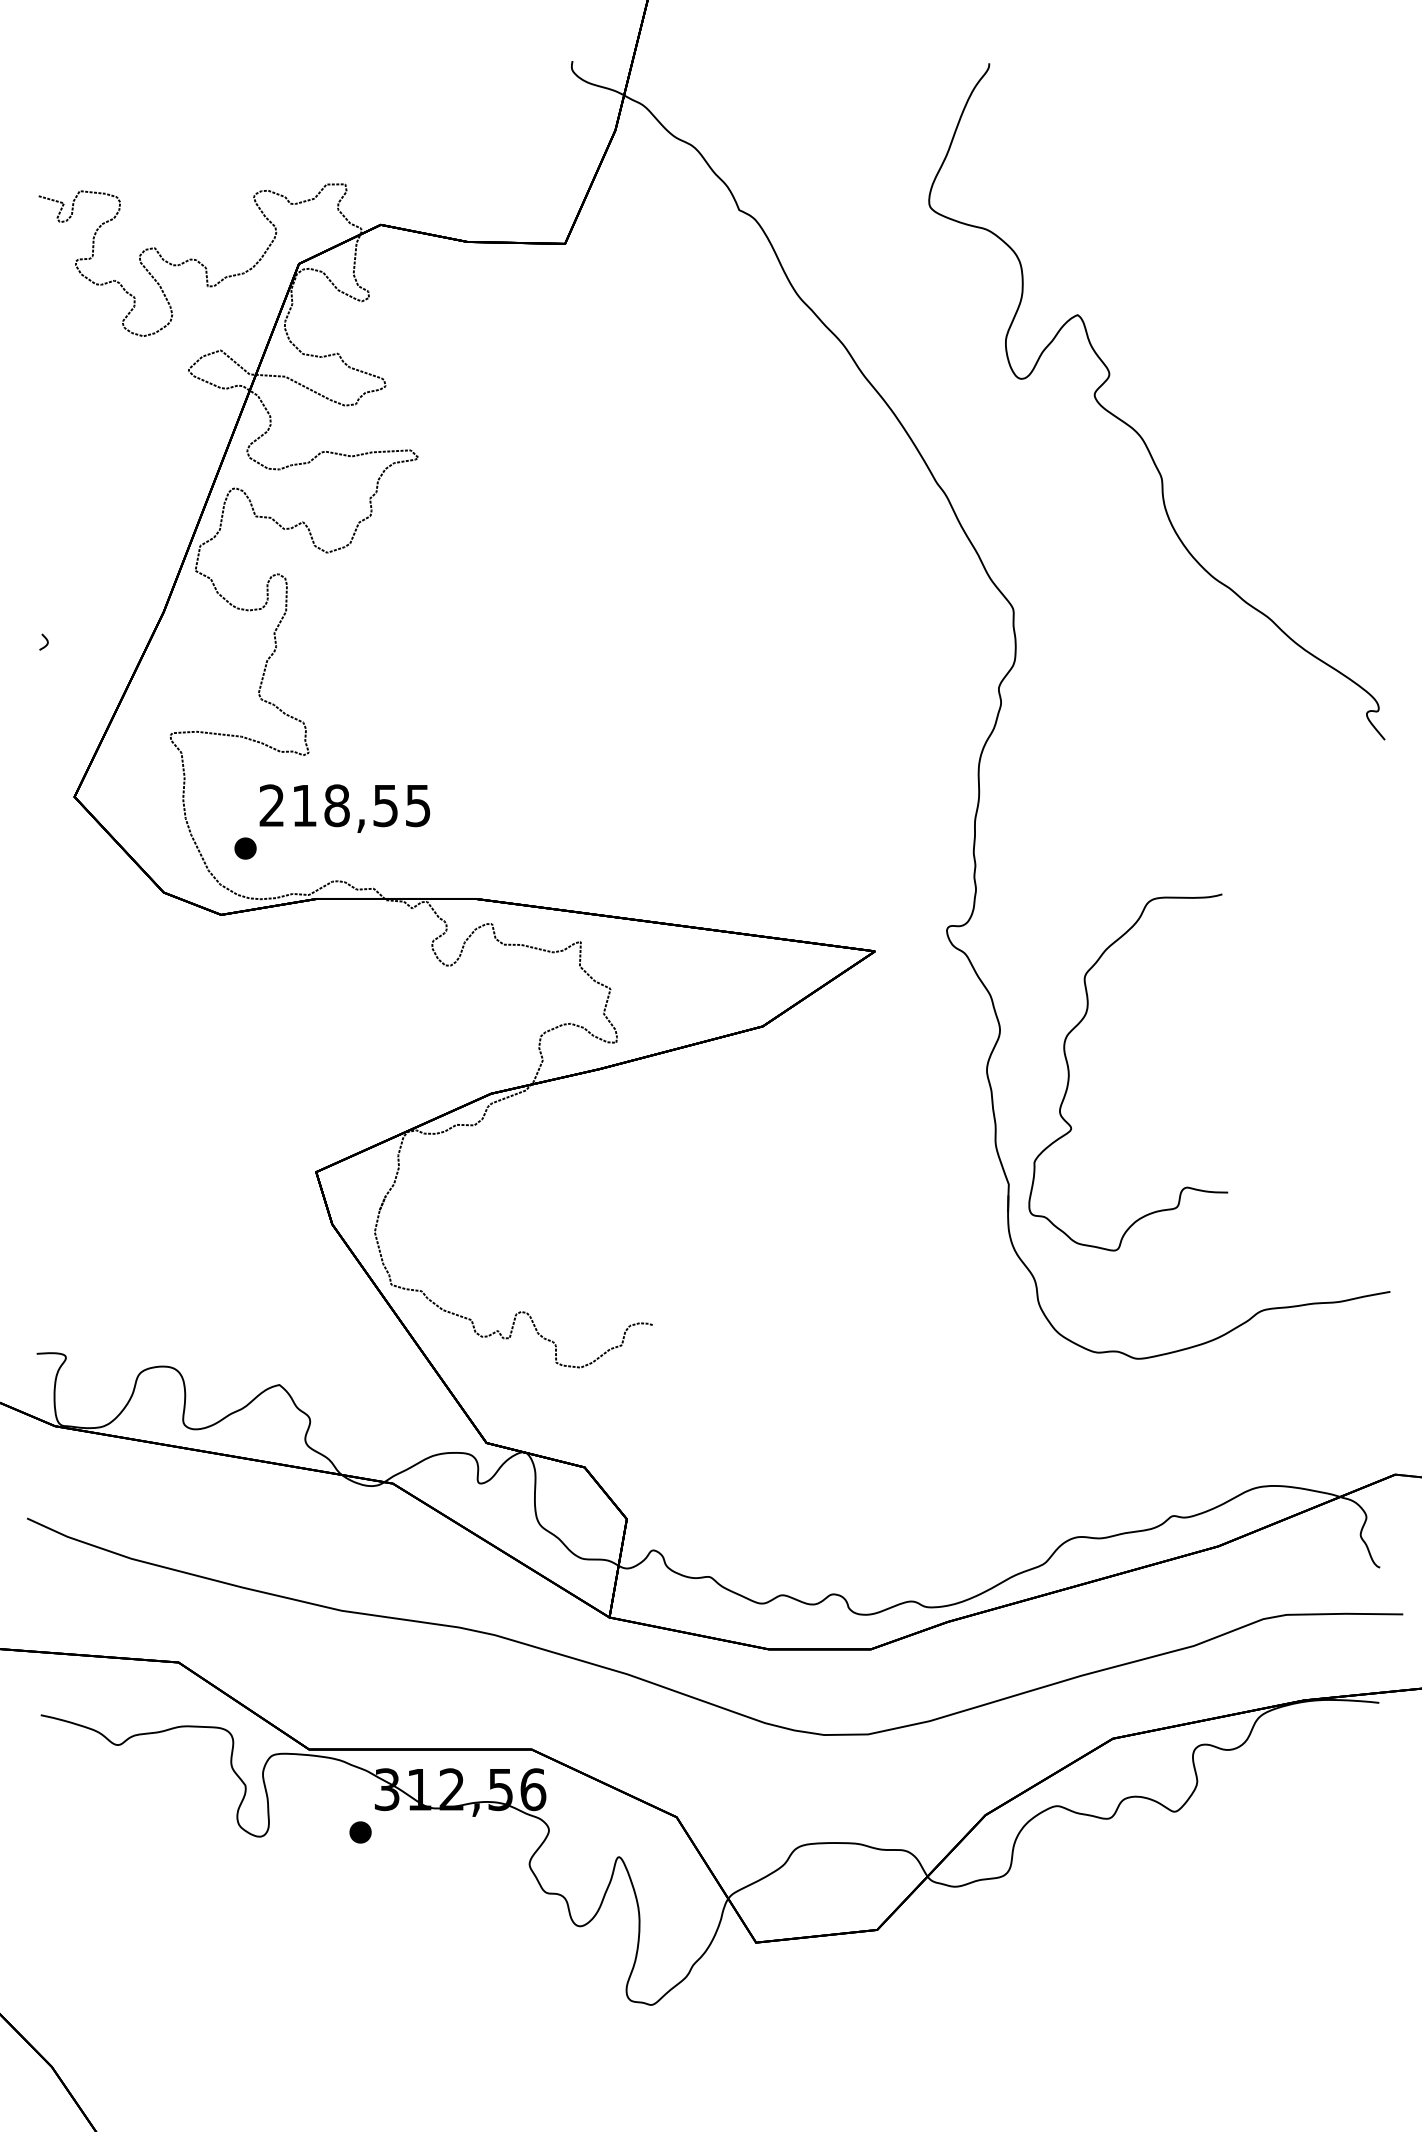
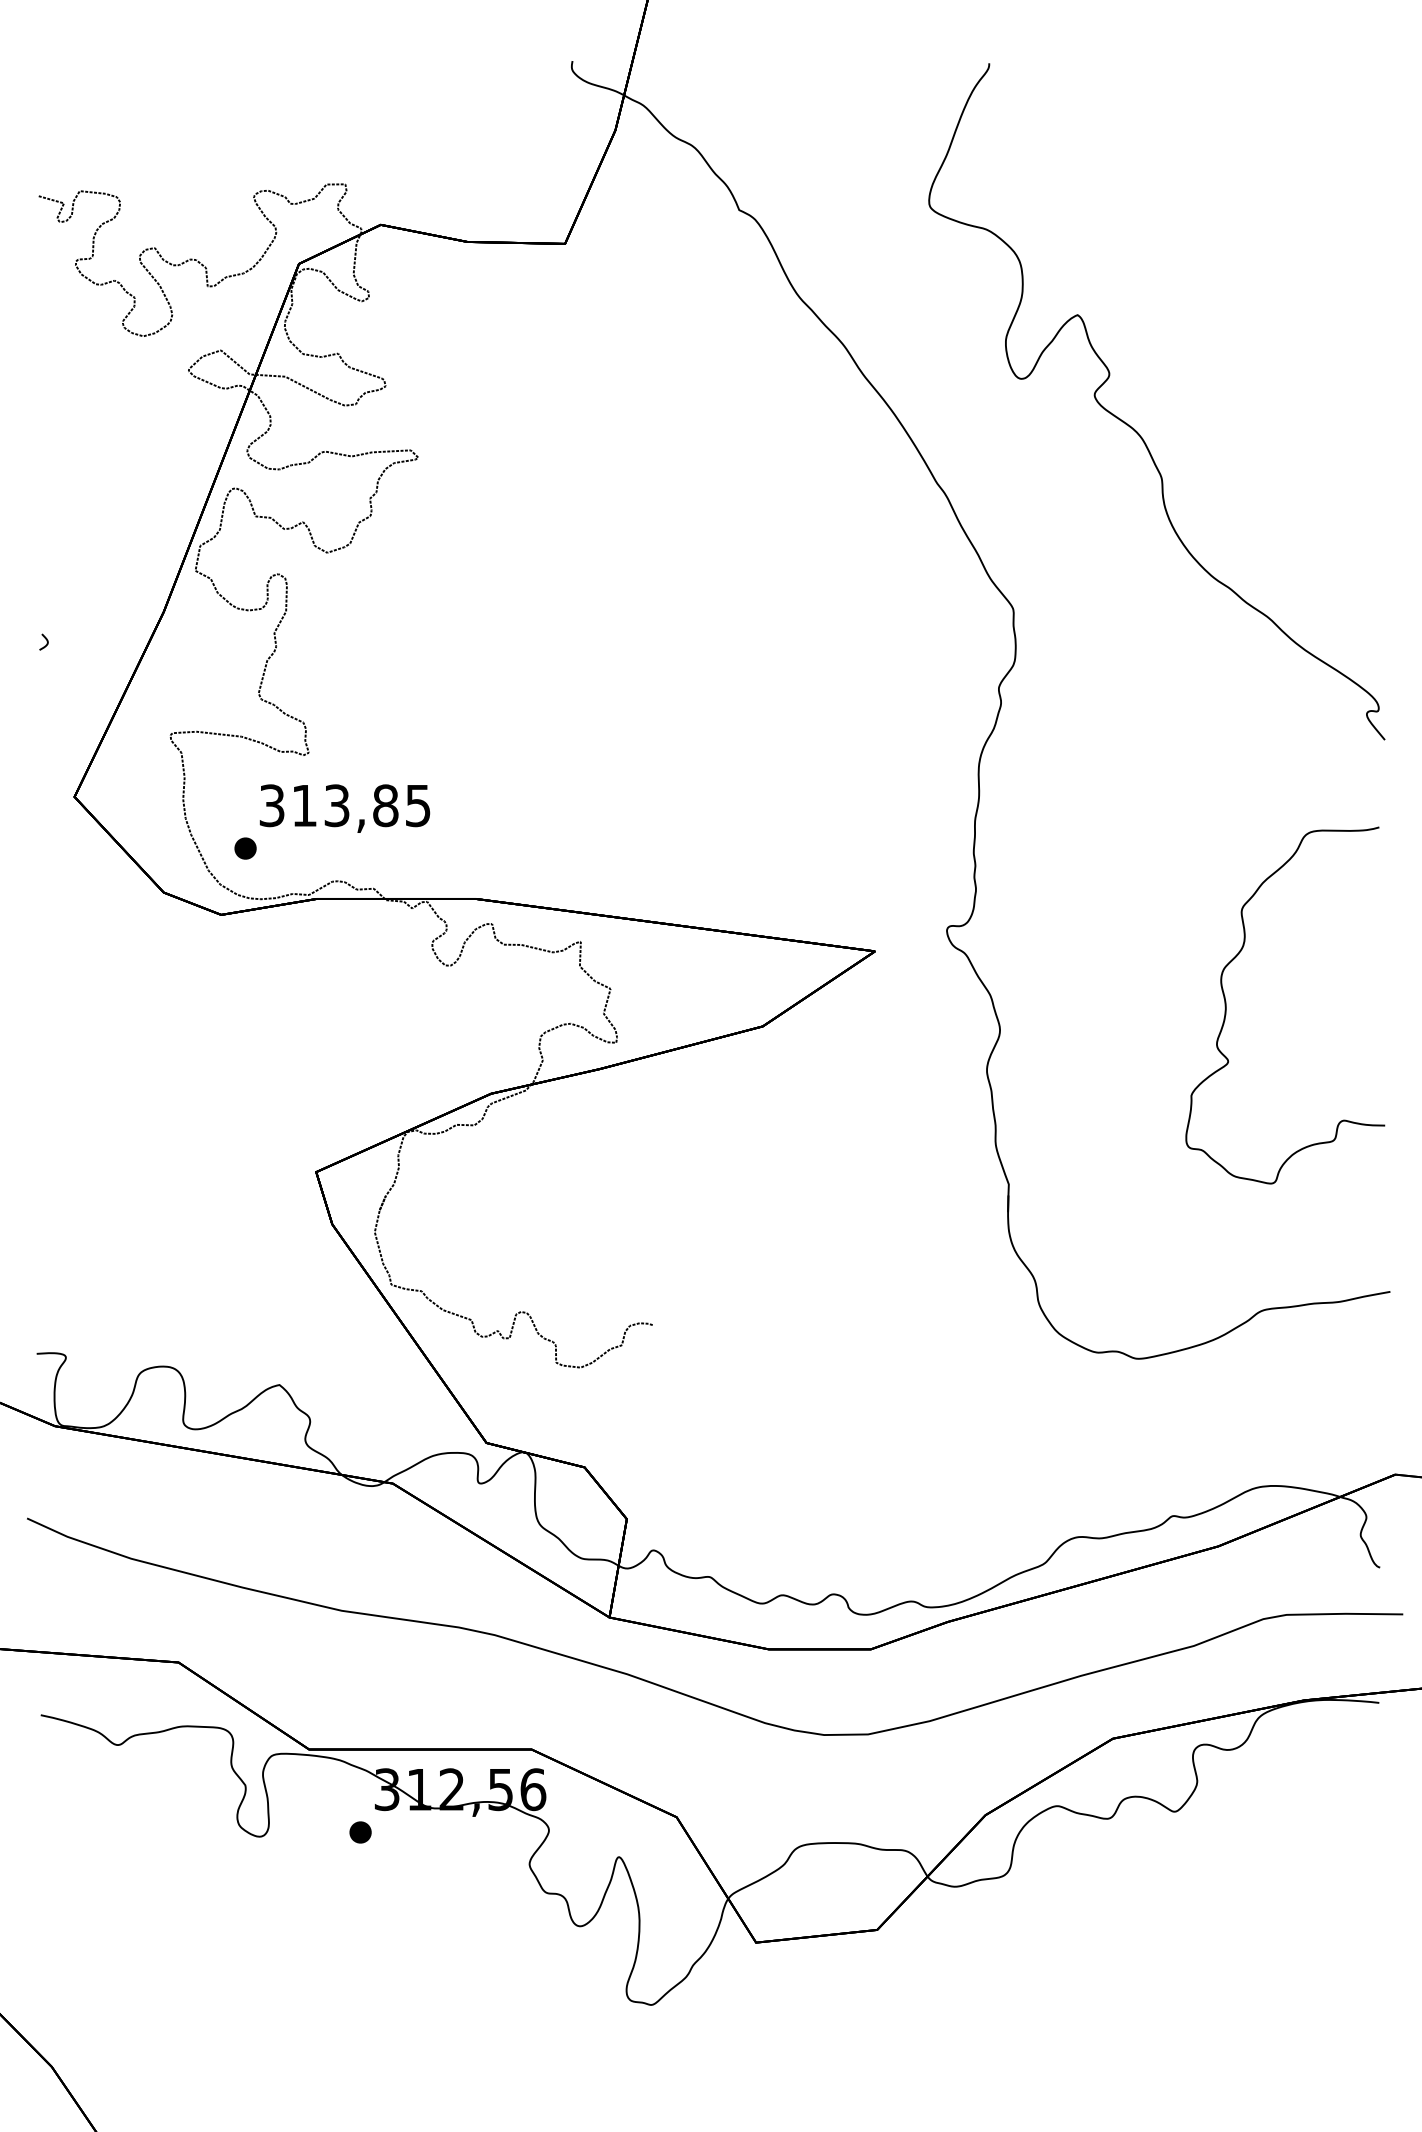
text at (328, 805): 218,55 -> 313,85
curve at (1069, 1072) position: (1069, 1072) -> (1226, 1005)
